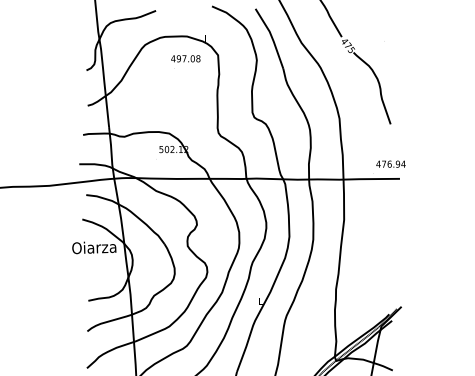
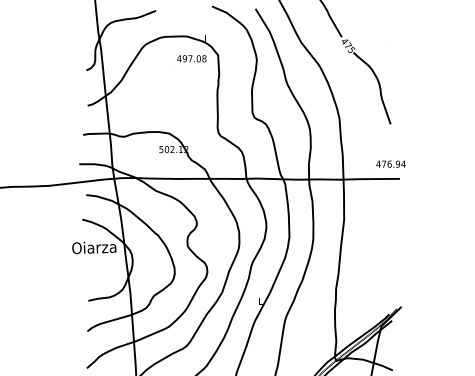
text at (185, 58) position: (185, 58) -> (191, 58)
